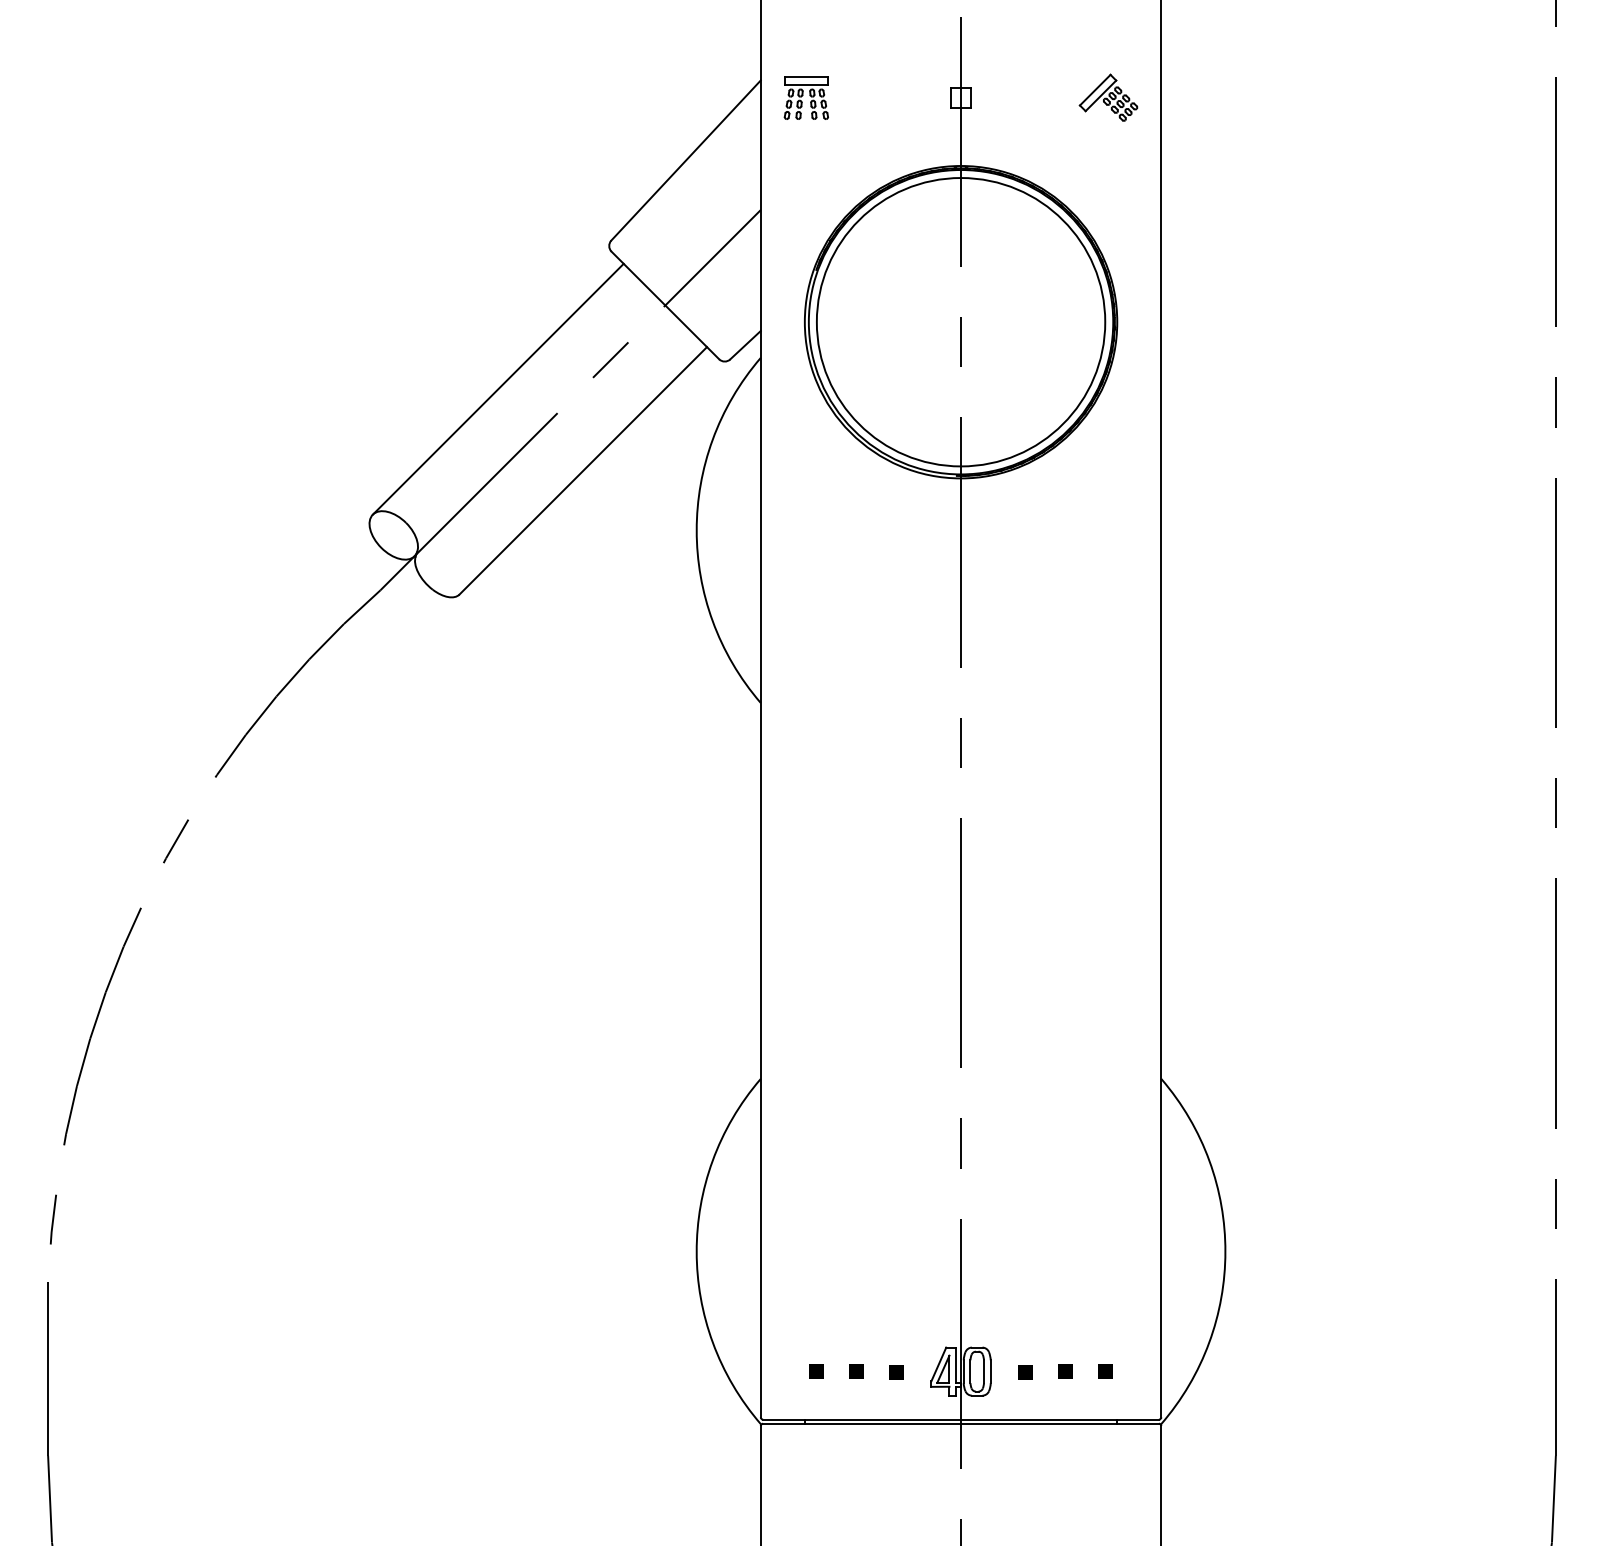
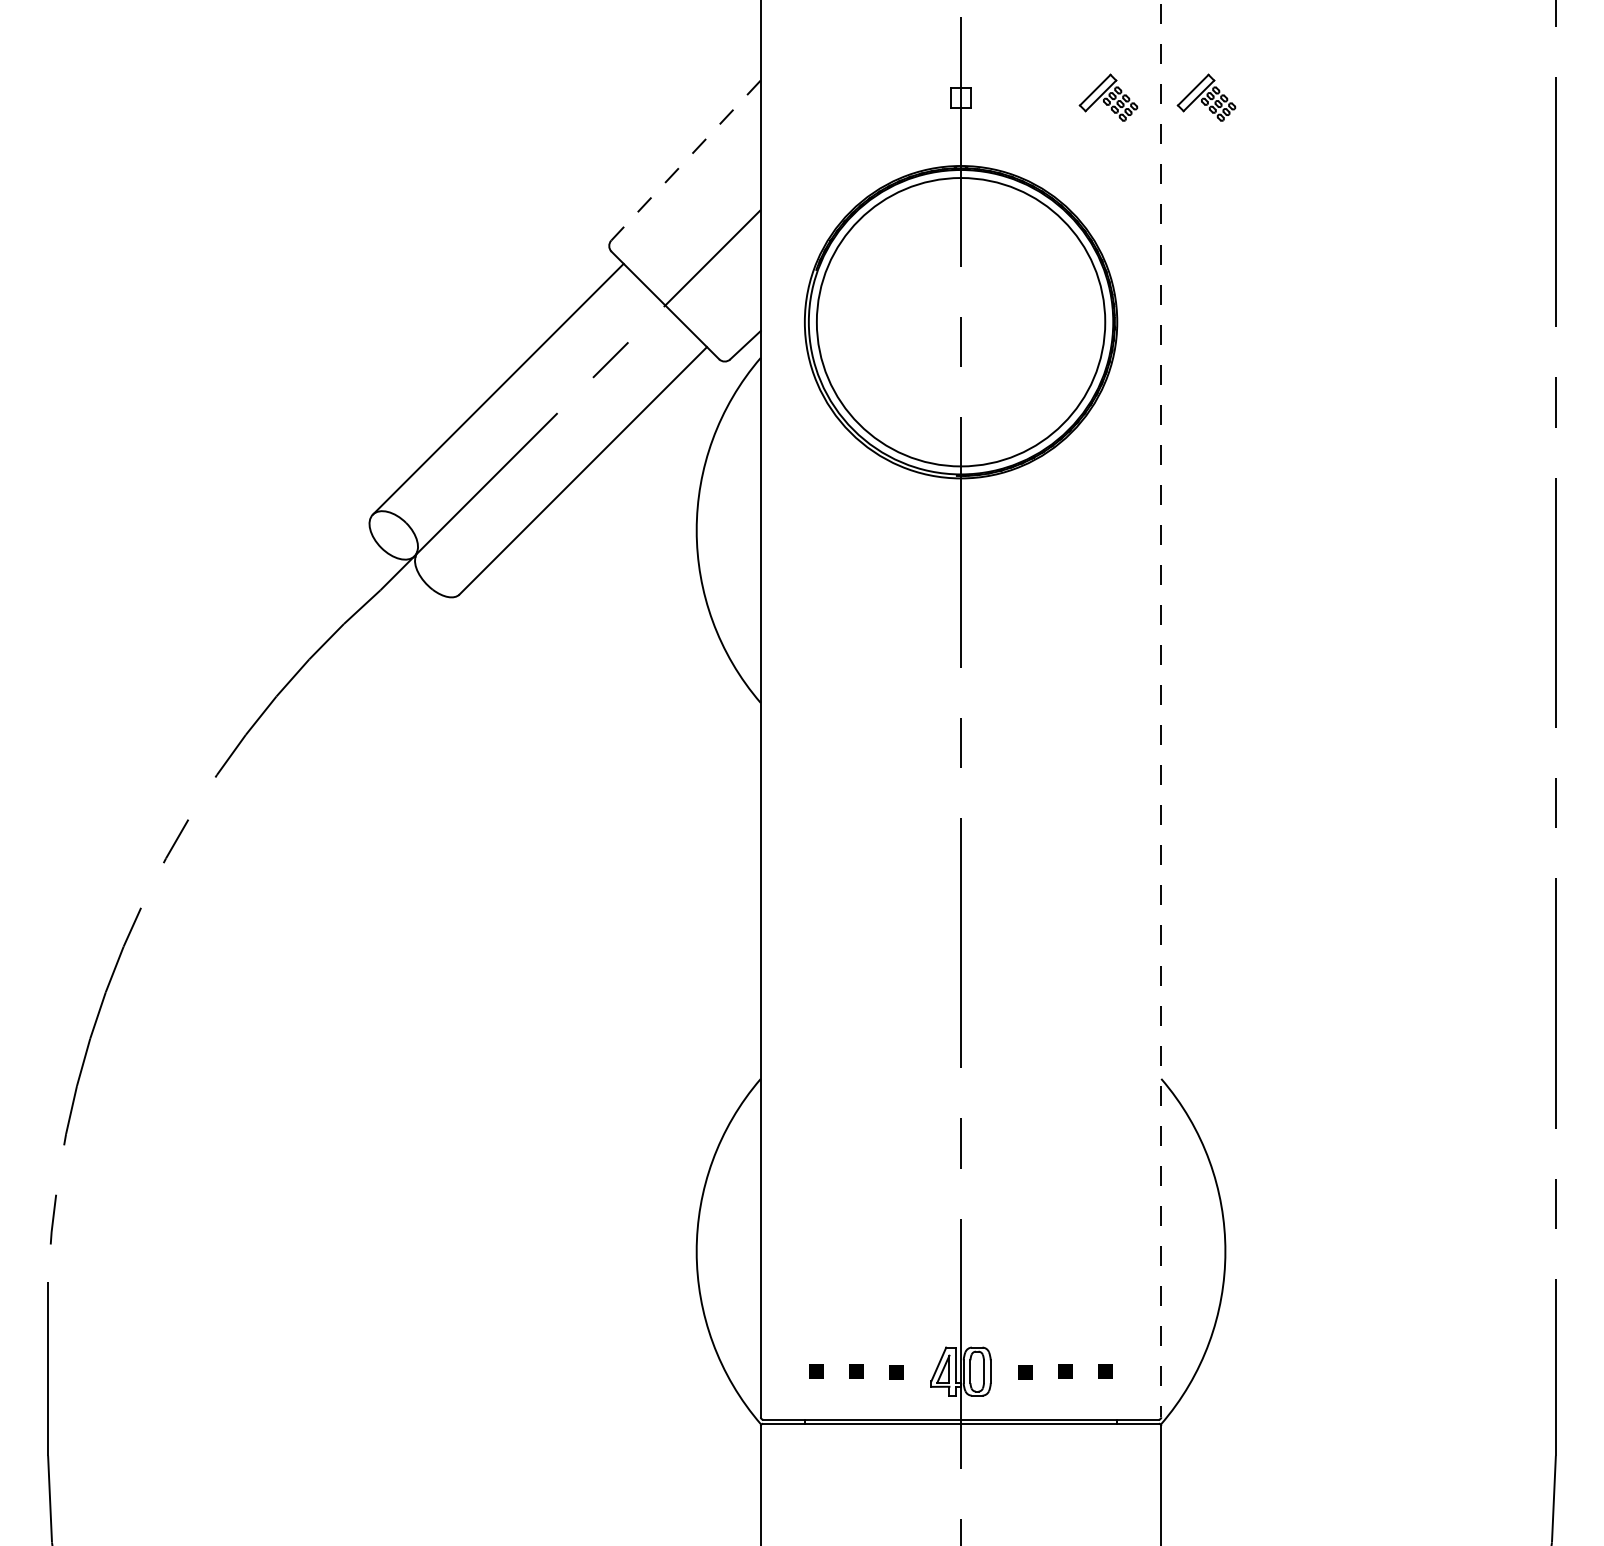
part at (805, 97): present -> none
part at (1206, 97): none -> present
line at (685, 160): solid -> dashed
line at (1161, 709): solid -> dashed
